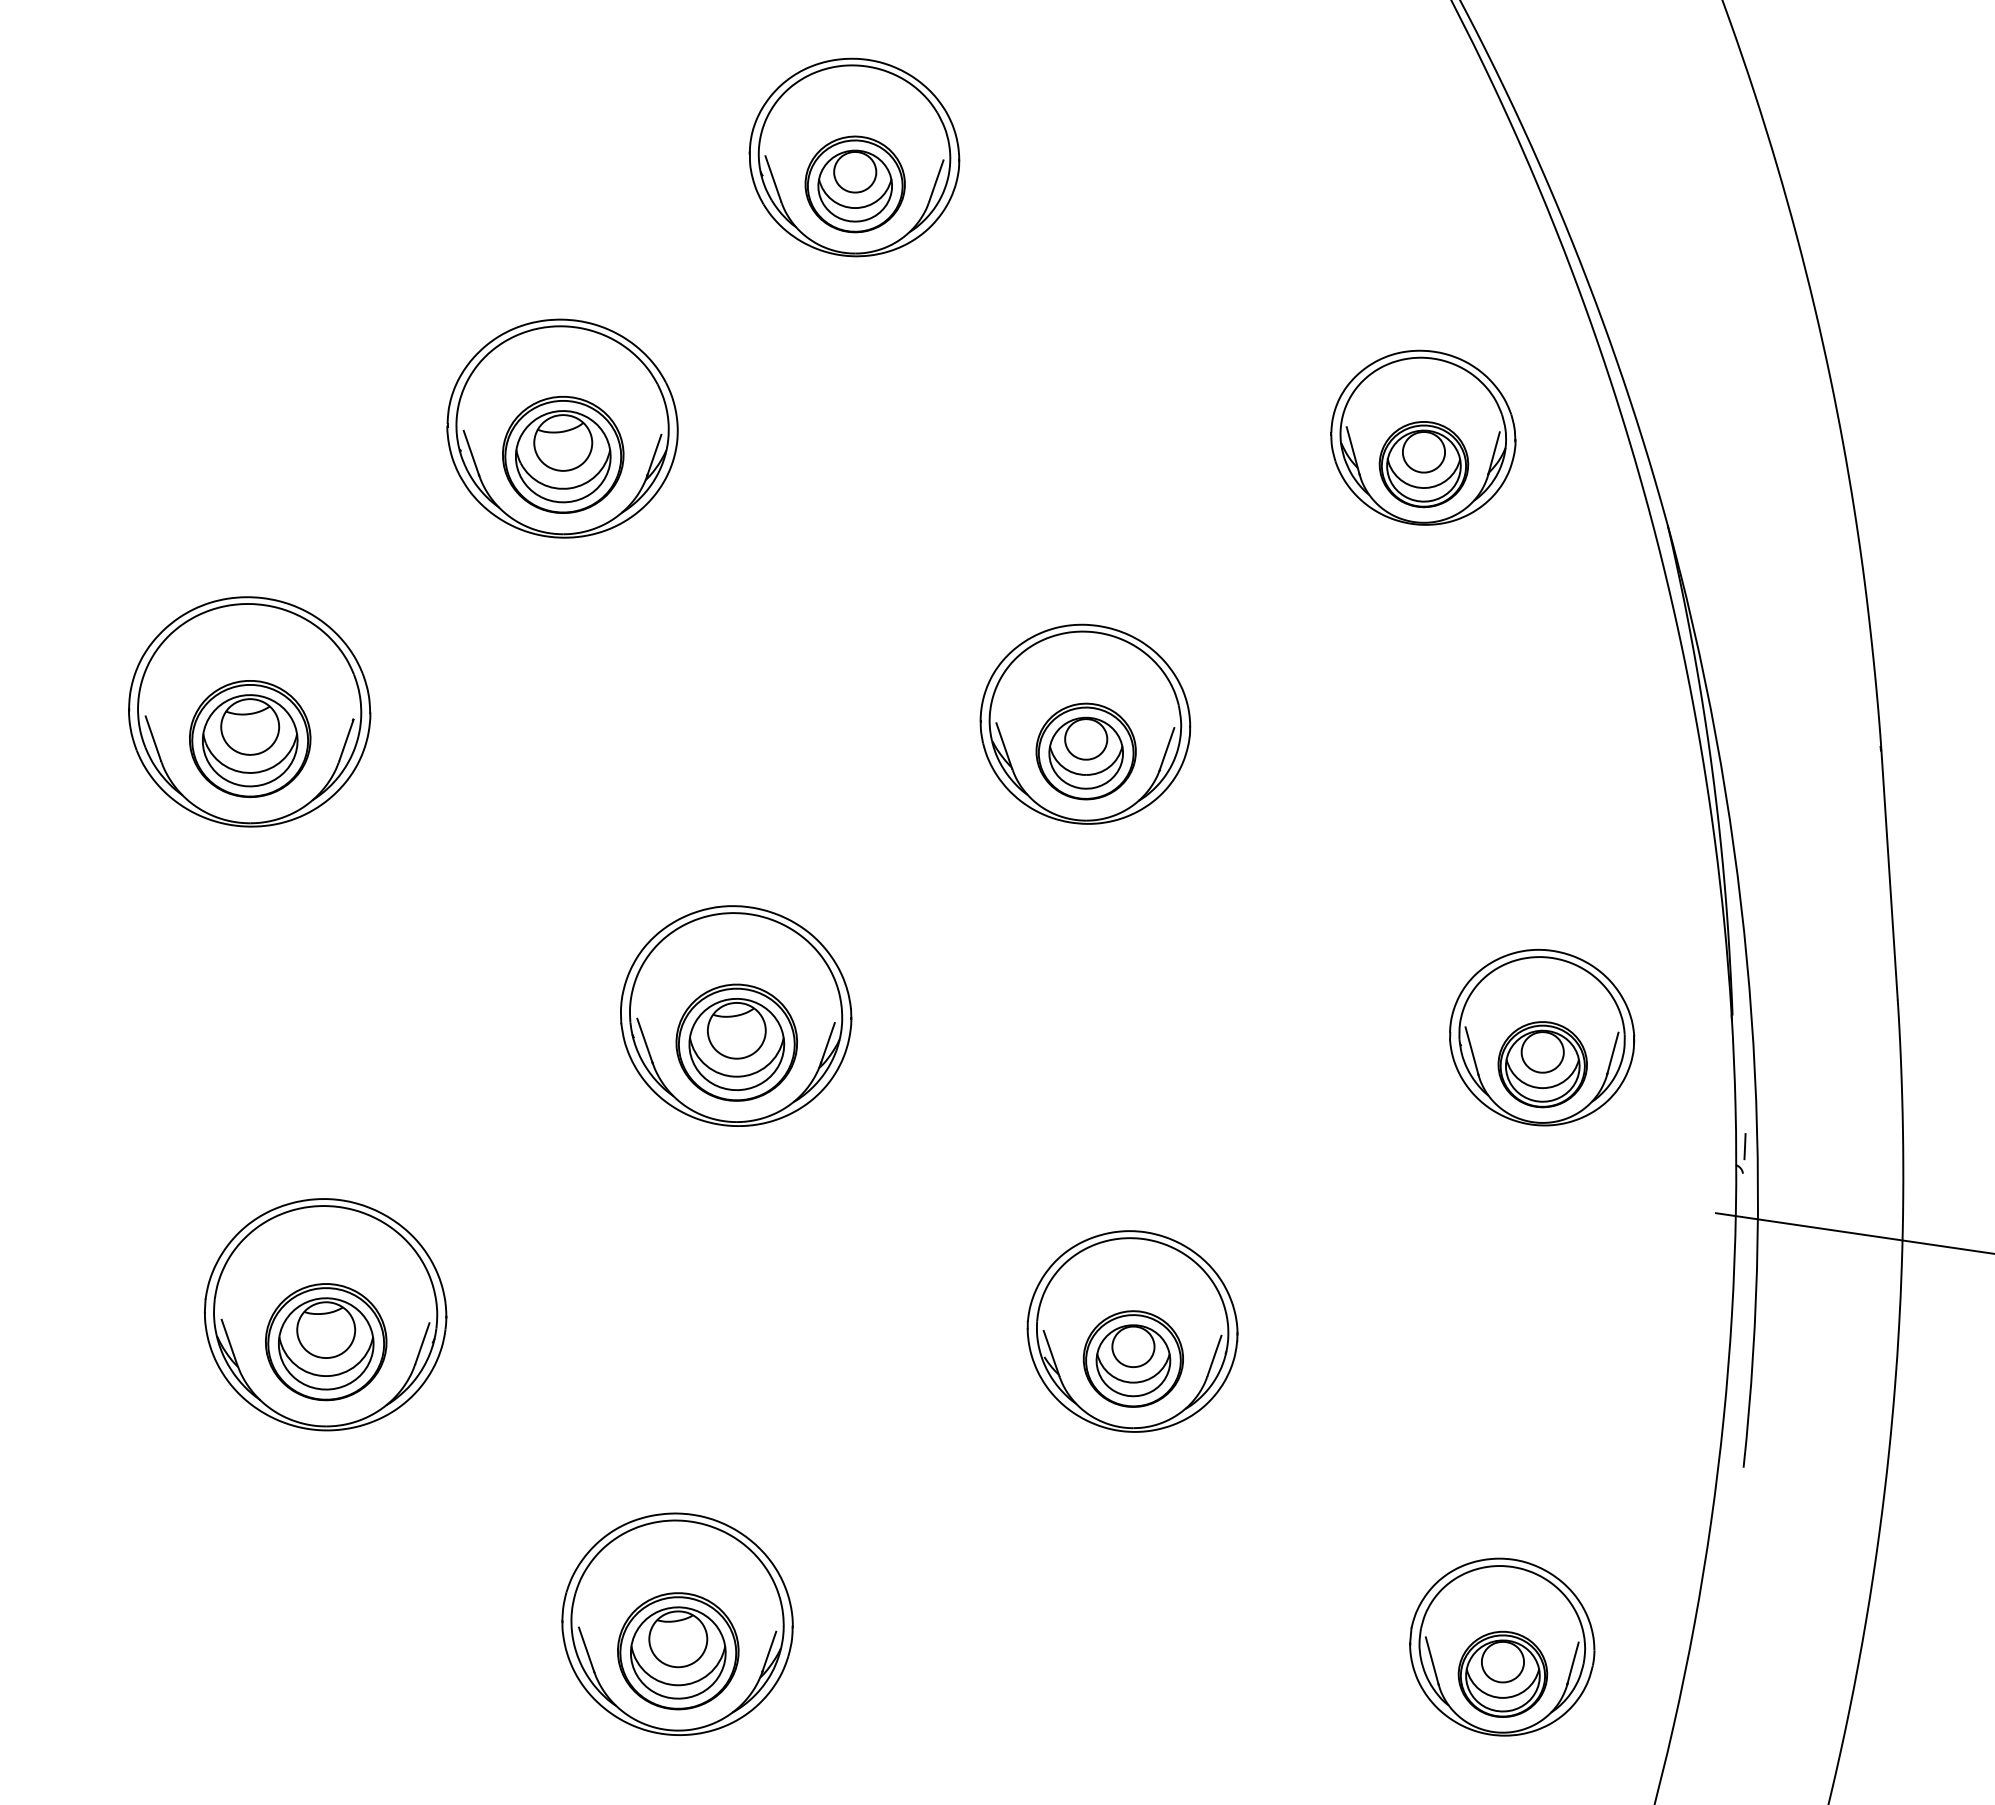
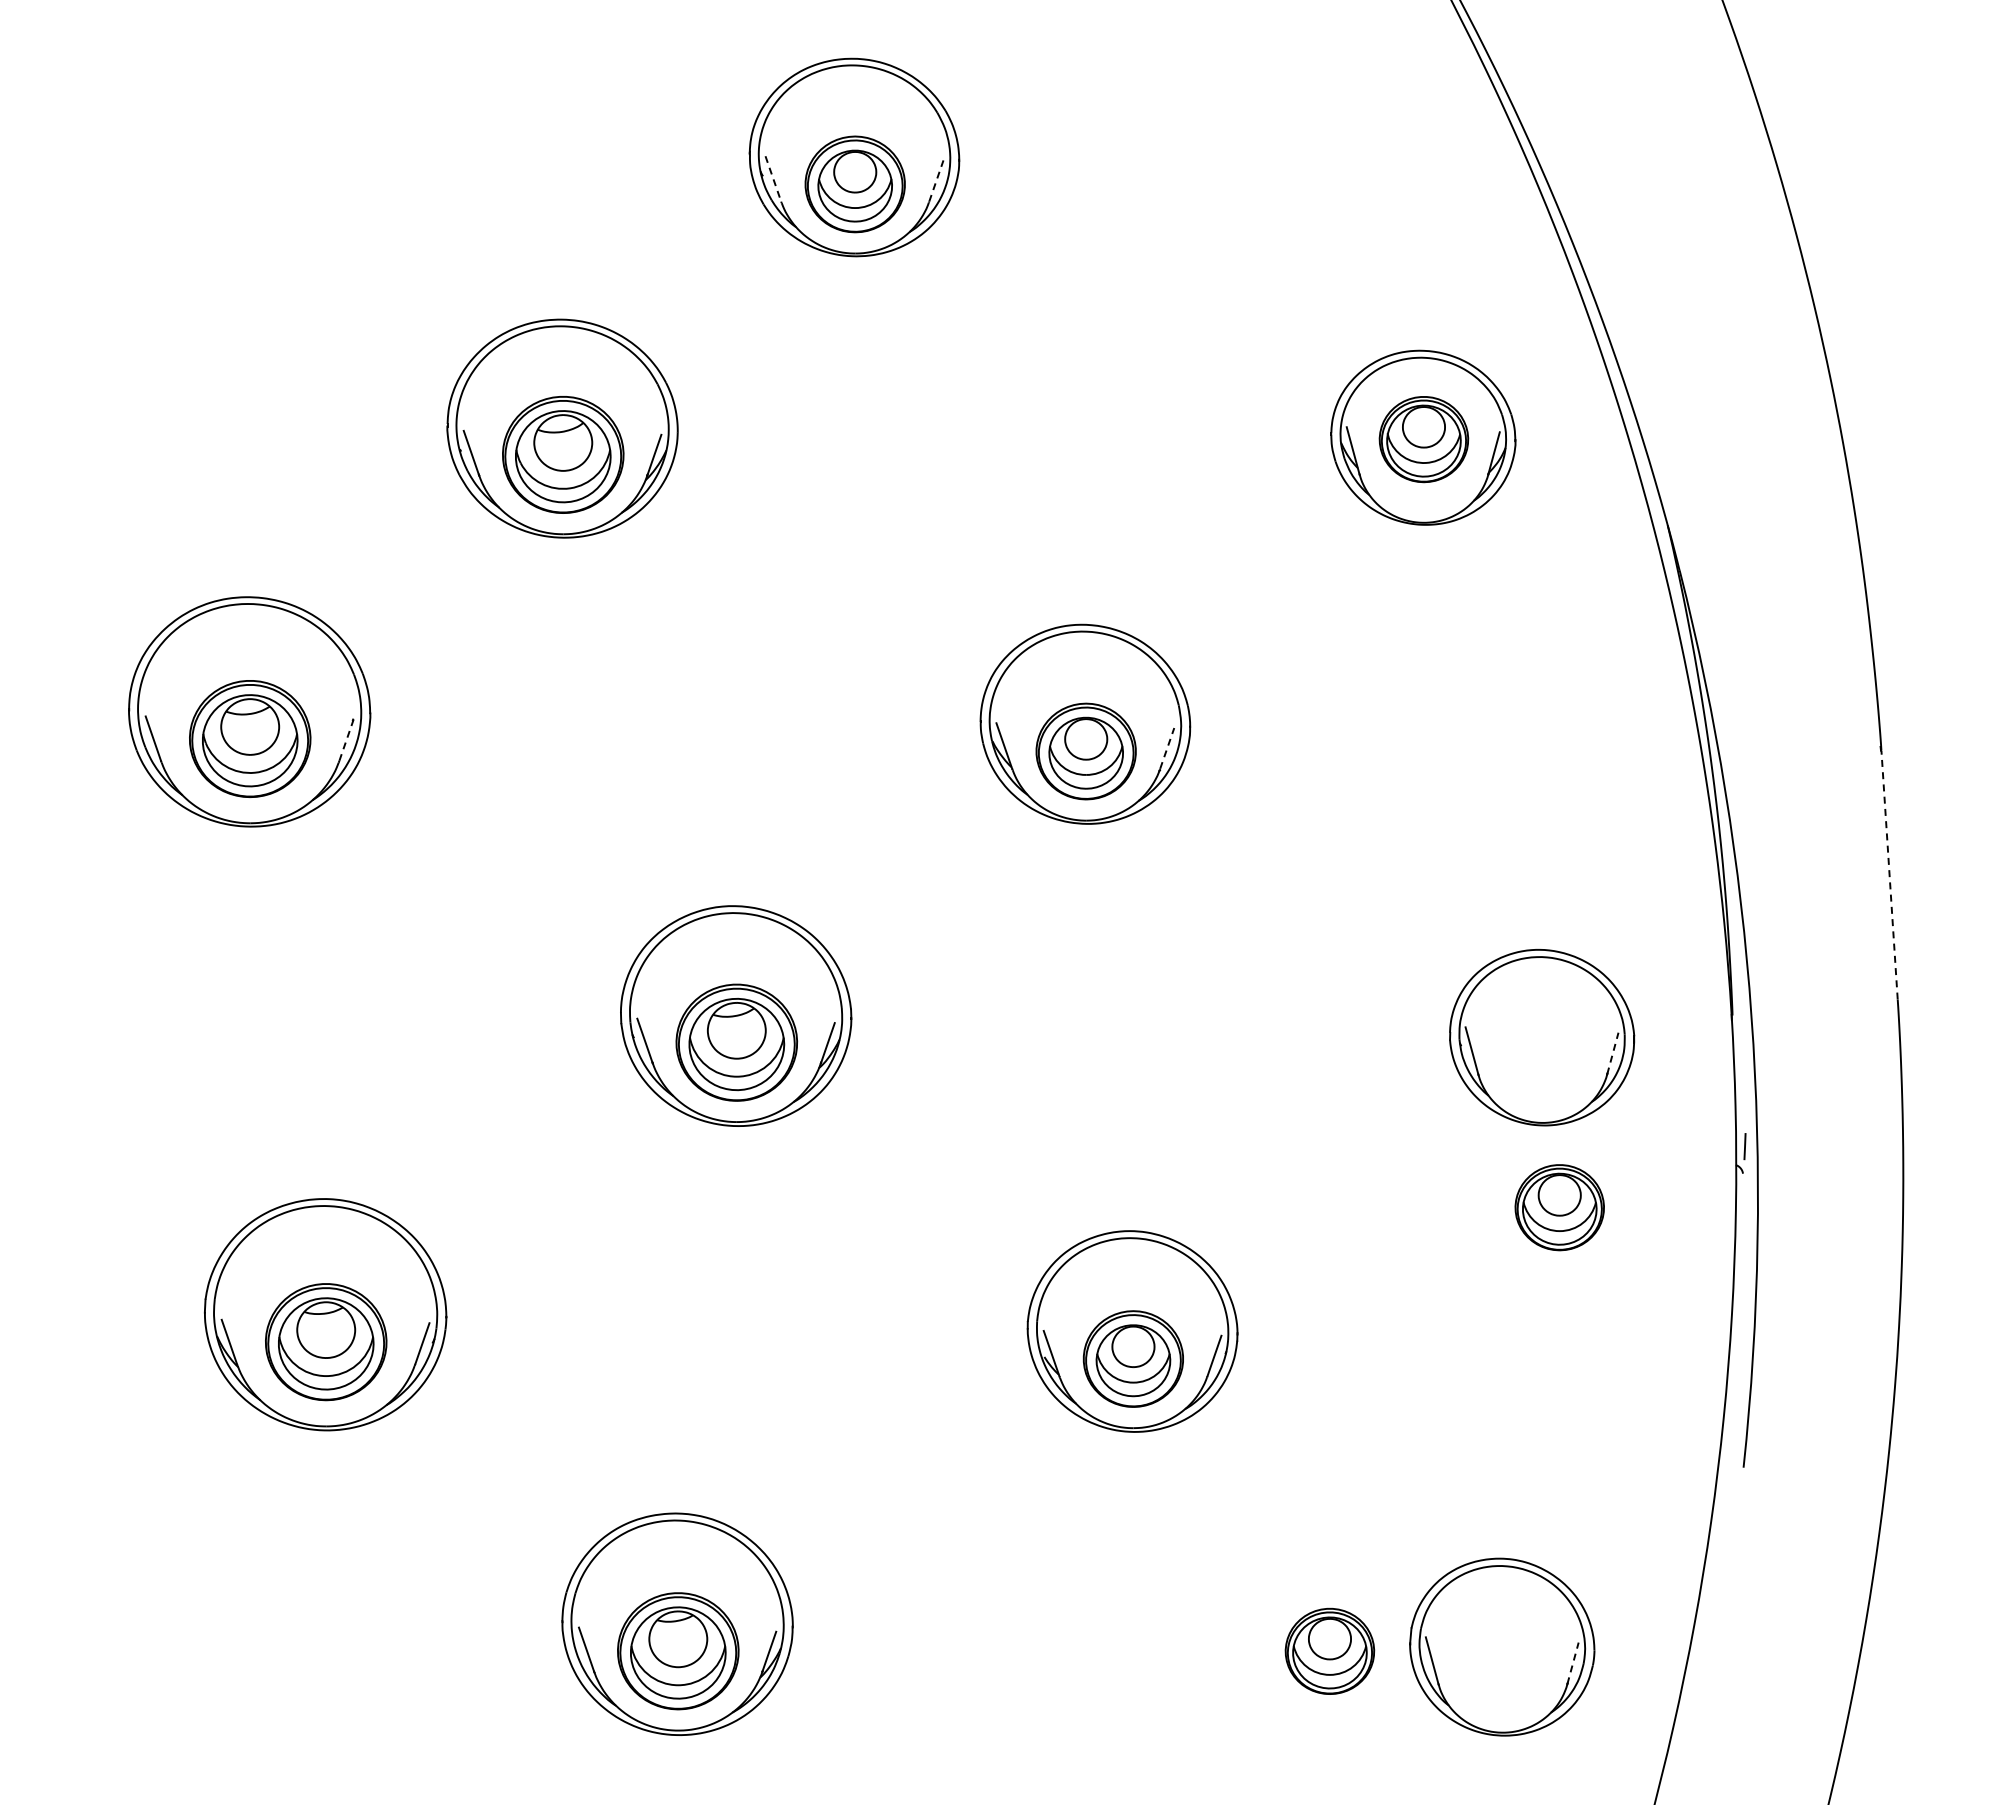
line at (773, 179): solid -> dashed
line at (936, 181): solid -> dashed
part at (1423, 464) position: (1423, 464) -> (1423, 439)
line at (346, 740): solid -> dashed
line at (1167, 748): solid -> dashed
line at (1889, 875): solid -> dashed
line at (1612, 1053): solid -> dashed
part at (1542, 1064) position: (1542, 1064) -> (1559, 1207)
line at (1853, 1233): present -> none
line at (1573, 1663): solid -> dashed
part at (1502, 1673) position: (1502, 1673) -> (1329, 1650)
